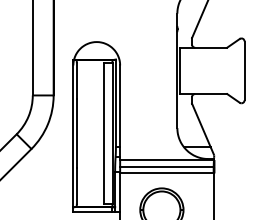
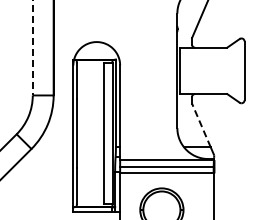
line at (32, 48): solid -> dashed
line at (201, 125): solid -> dashed
